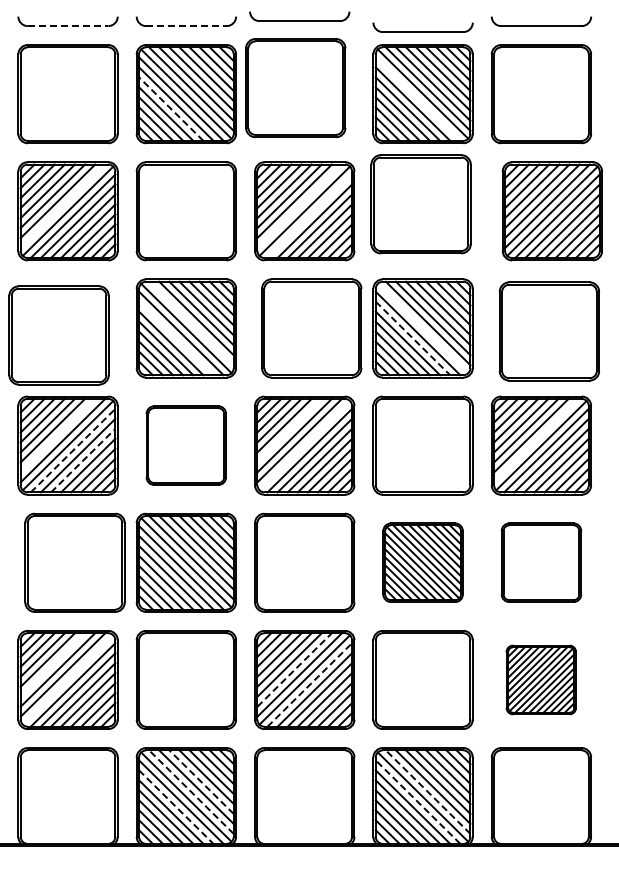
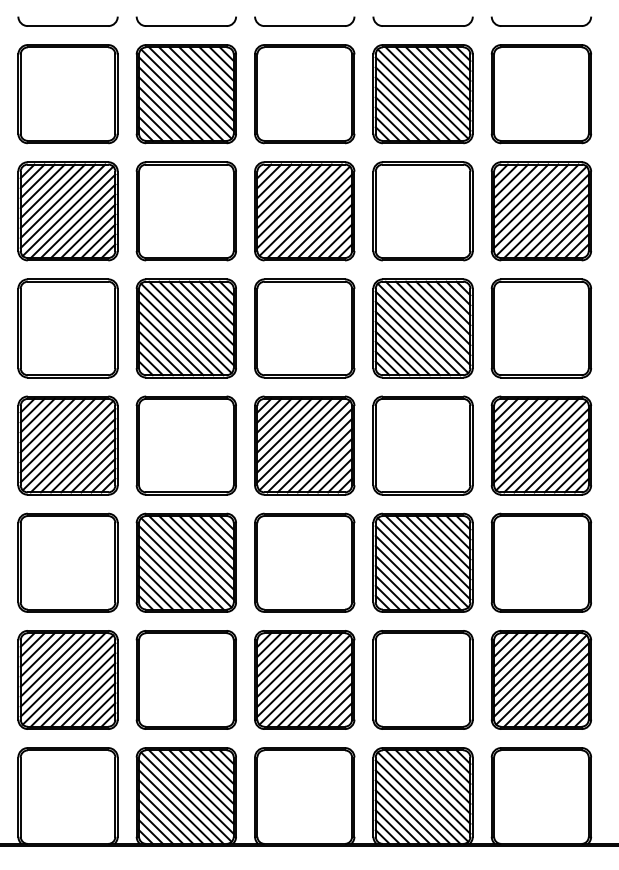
part at (299, 16) position: (299, 16) -> (304, 21)
line at (68, 26): dashed -> solid
line at (186, 26): dashed -> solid
part at (422, 27) position: (422, 27) -> (422, 21)
part at (295, 88) position: (295, 88) -> (304, 94)
line at (417, 98): none -> present
line at (170, 108): dashed -> solid
part at (420, 204) position: (420, 204) -> (422, 211)
line at (62, 206): none -> present
line at (299, 206): none -> present
part at (552, 211) position: (552, 211) -> (541, 211)
line at (309, 216): none -> present
line at (191, 323): none -> present
part at (311, 328) position: (311, 328) -> (304, 328)
line at (422, 328): none -> present
part at (548, 331) position: (548, 331) -> (540, 328)
part at (58, 335) position: (58, 335) -> (67, 328)
line at (176, 338): none -> present
line at (413, 338): dashed -> solid
line at (289, 430): none -> present
line at (57, 435): none -> present
line at (536, 440): none -> present
part at (185, 445) size: 82x81 px -> 102x101 px
line at (304, 445): none -> present
line at (73, 450): dashed -> solid
line at (83, 460): dashed -> solid
part at (74, 562) position: (74, 562) -> (67, 562)
part at (422, 562) size: 82x81 px -> 102x101 px
part at (541, 562) size: 83x81 px -> 103x101 px
line at (52, 664): none -> present
line at (295, 669): dashed -> solid
line at (67, 679): none -> present
part at (540, 679) size: 72x72 px -> 102x100 px
line at (310, 684): dashed -> solid
line at (201, 781): dashed -> solid
line at (191, 791): dashed -> solid
line at (427, 791): dashed -> solid
line at (417, 801): dashed -> solid
line at (176, 807): dashed -> solid
